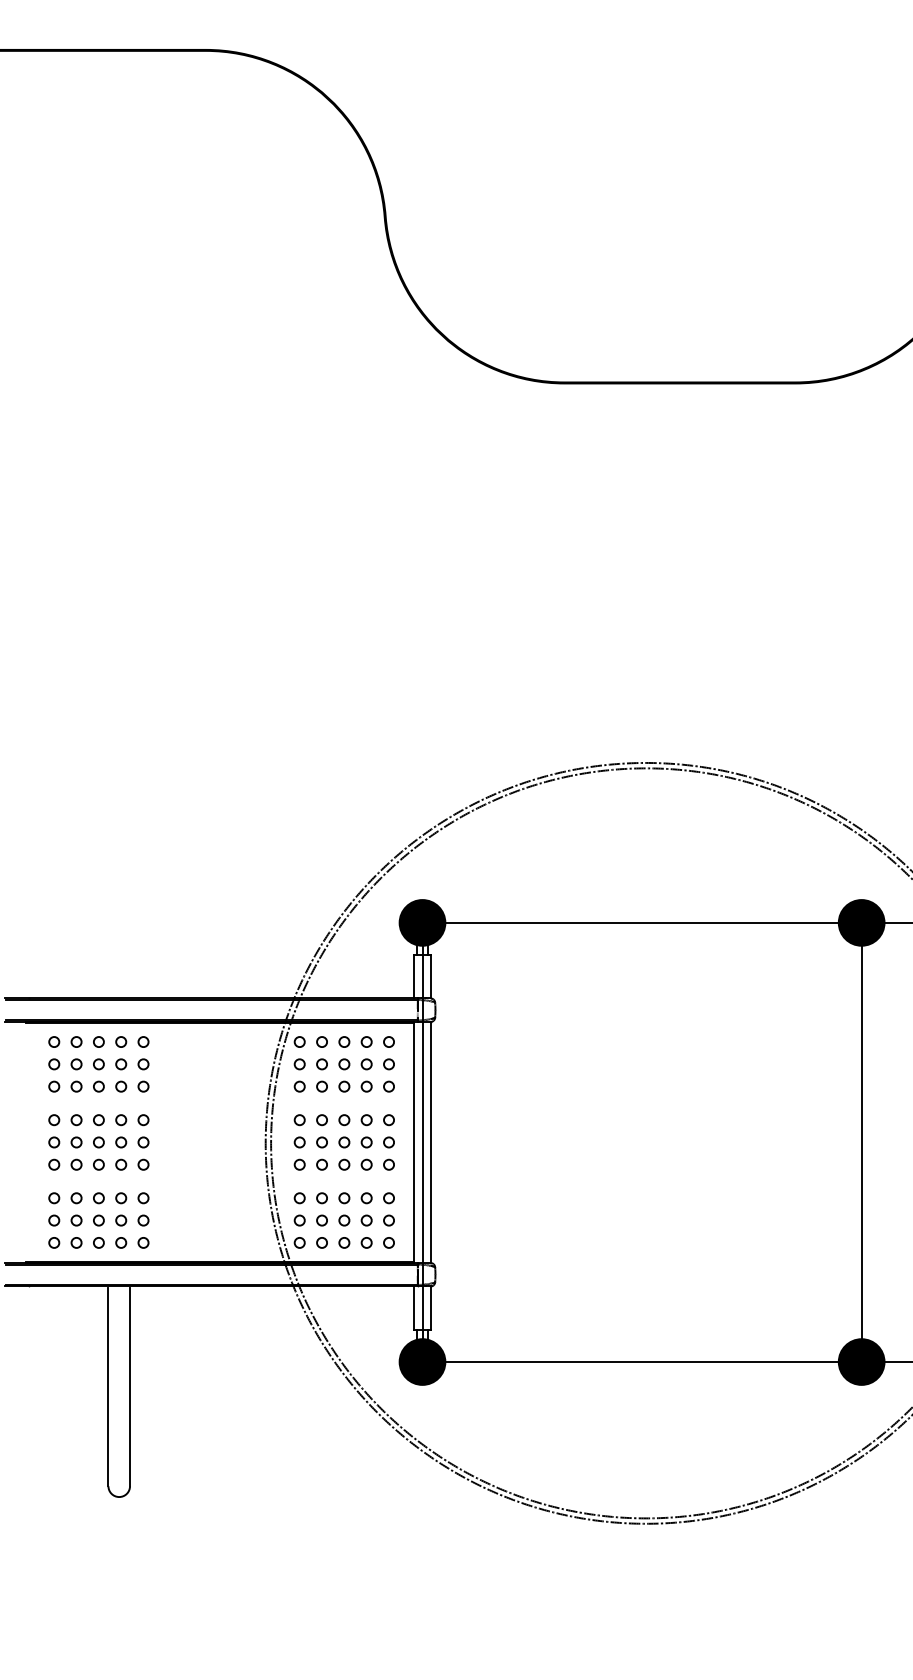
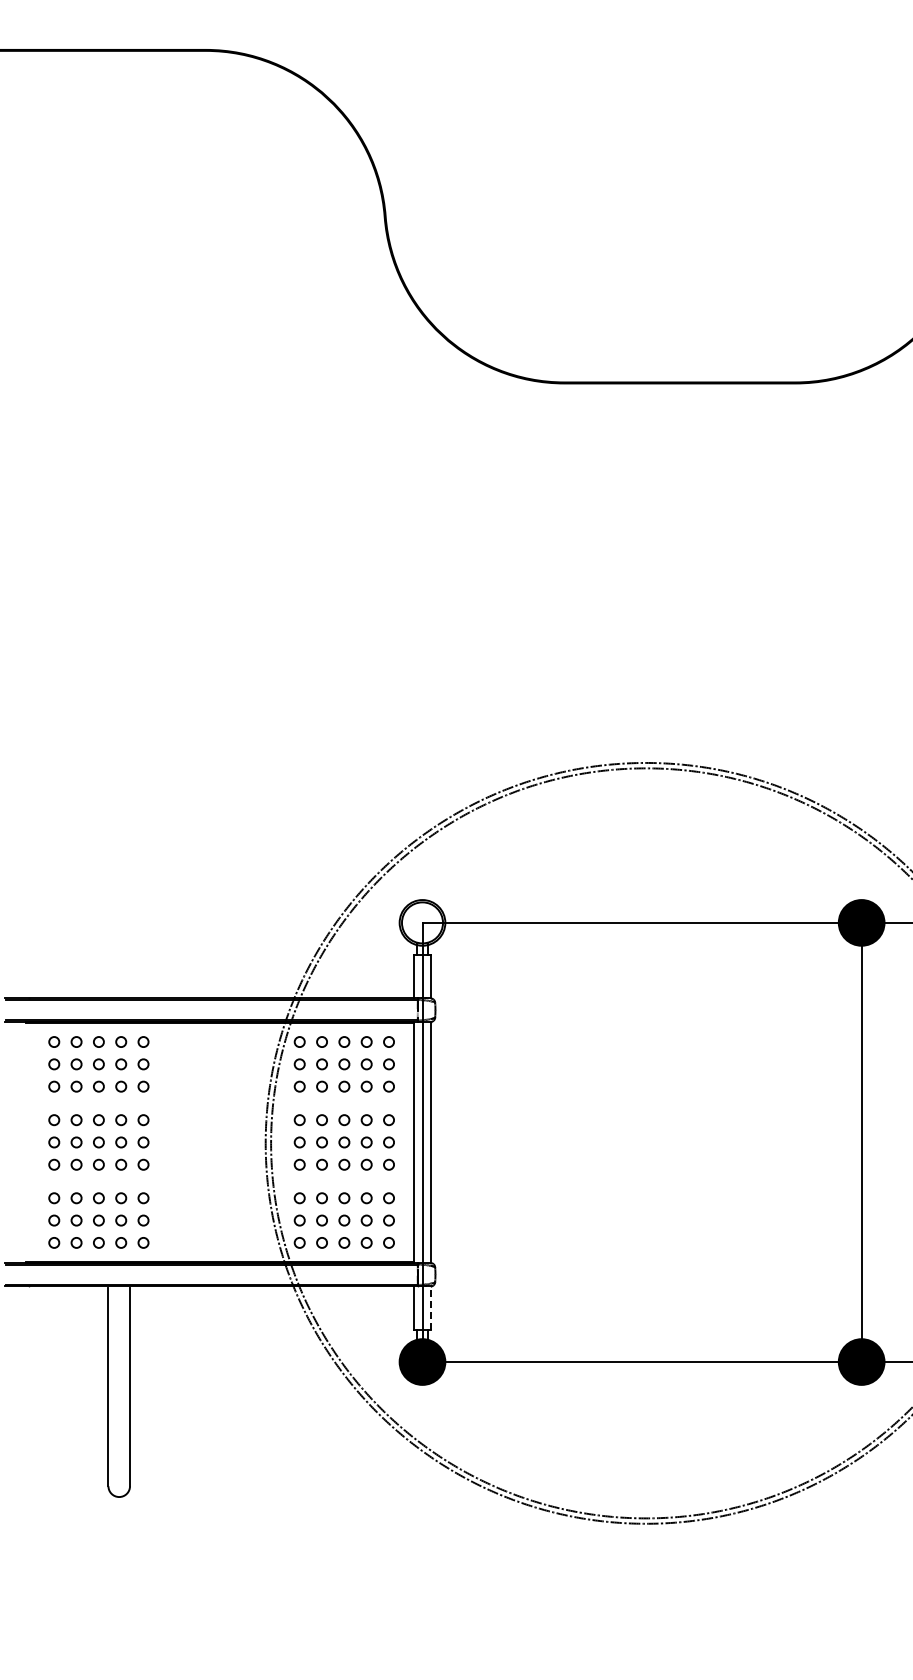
fill at (422, 922): present -> none
line at (430, 1308): solid -> dashed
